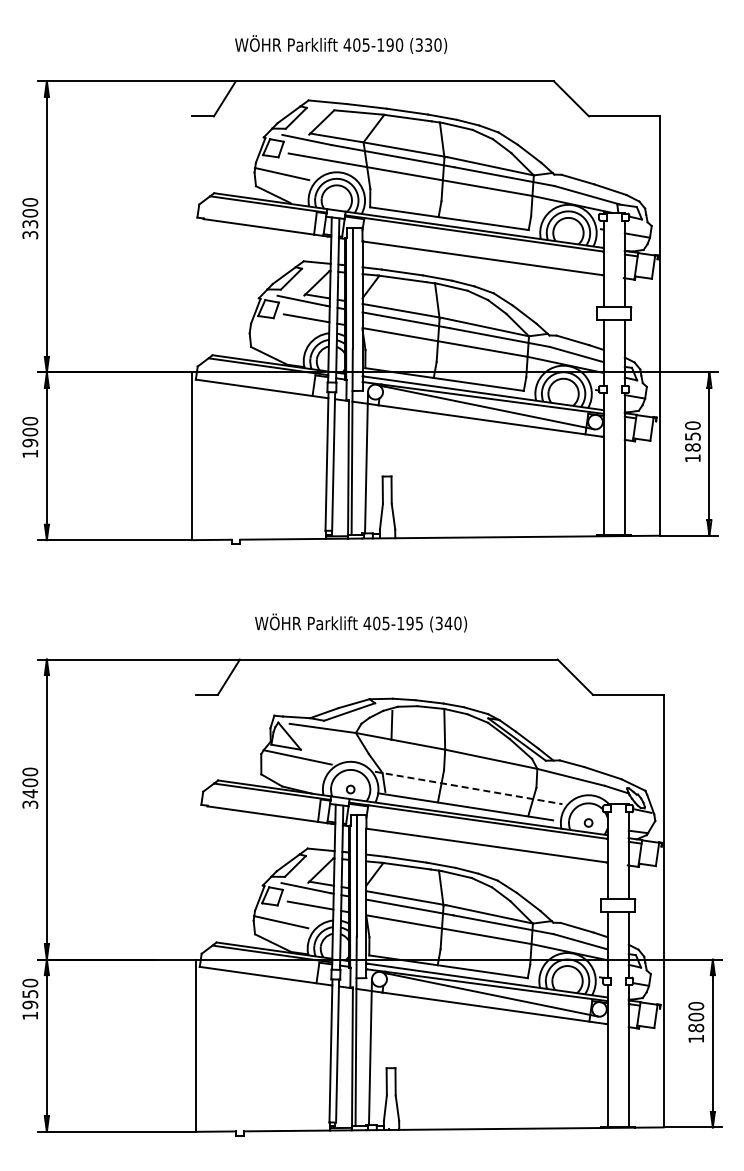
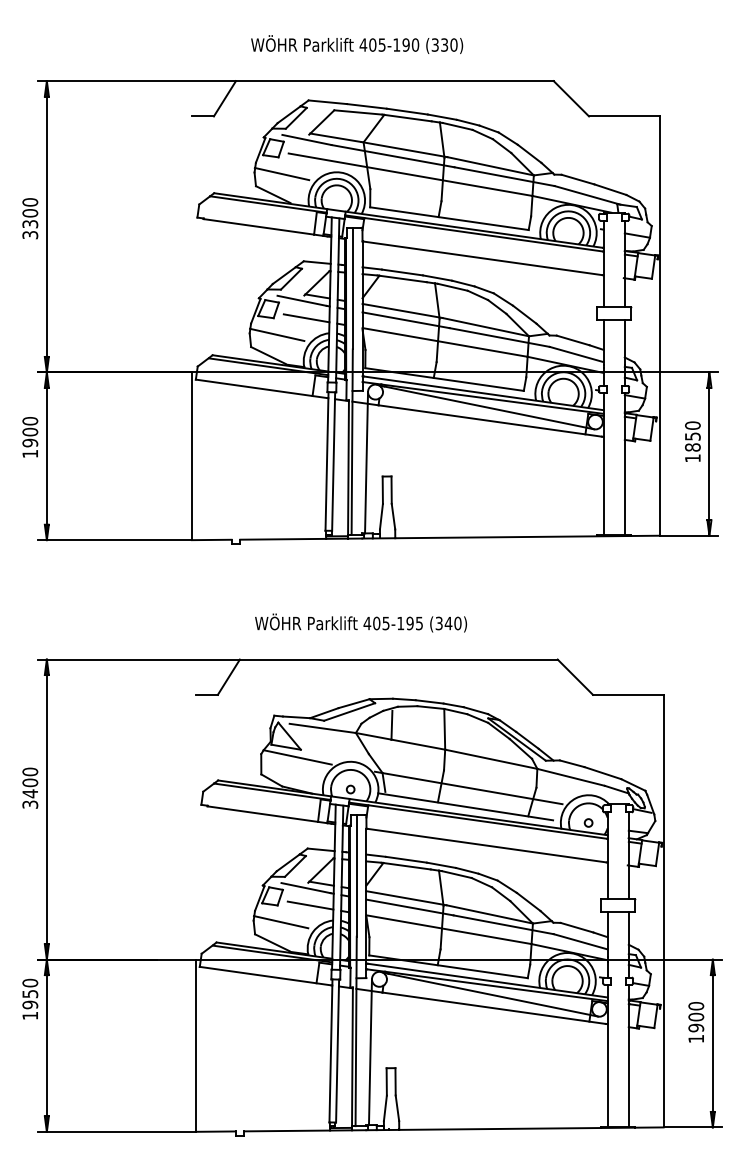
text at (341, 44) position: (341, 44) -> (357, 44)
line at (277, 334): none -> present
line at (469, 788): dashed -> solid
text at (696, 1027): 1800 -> 1900
